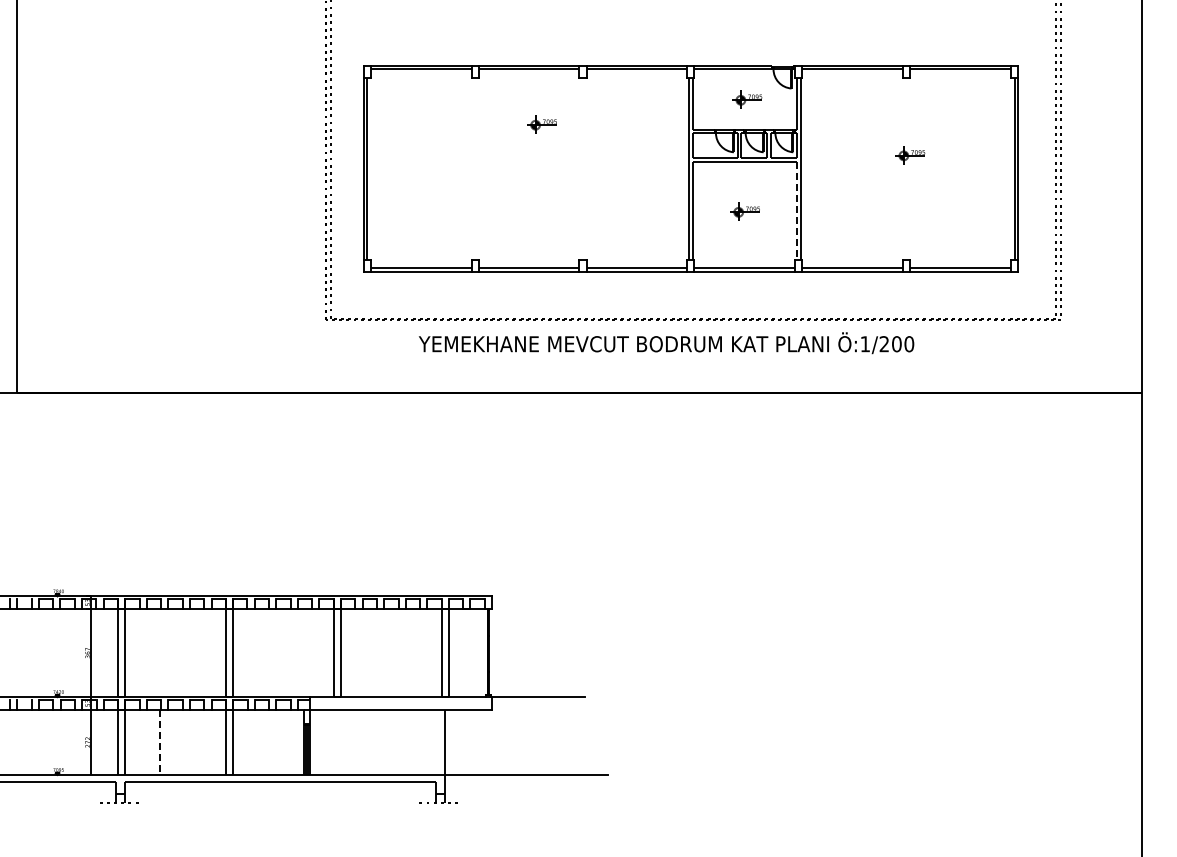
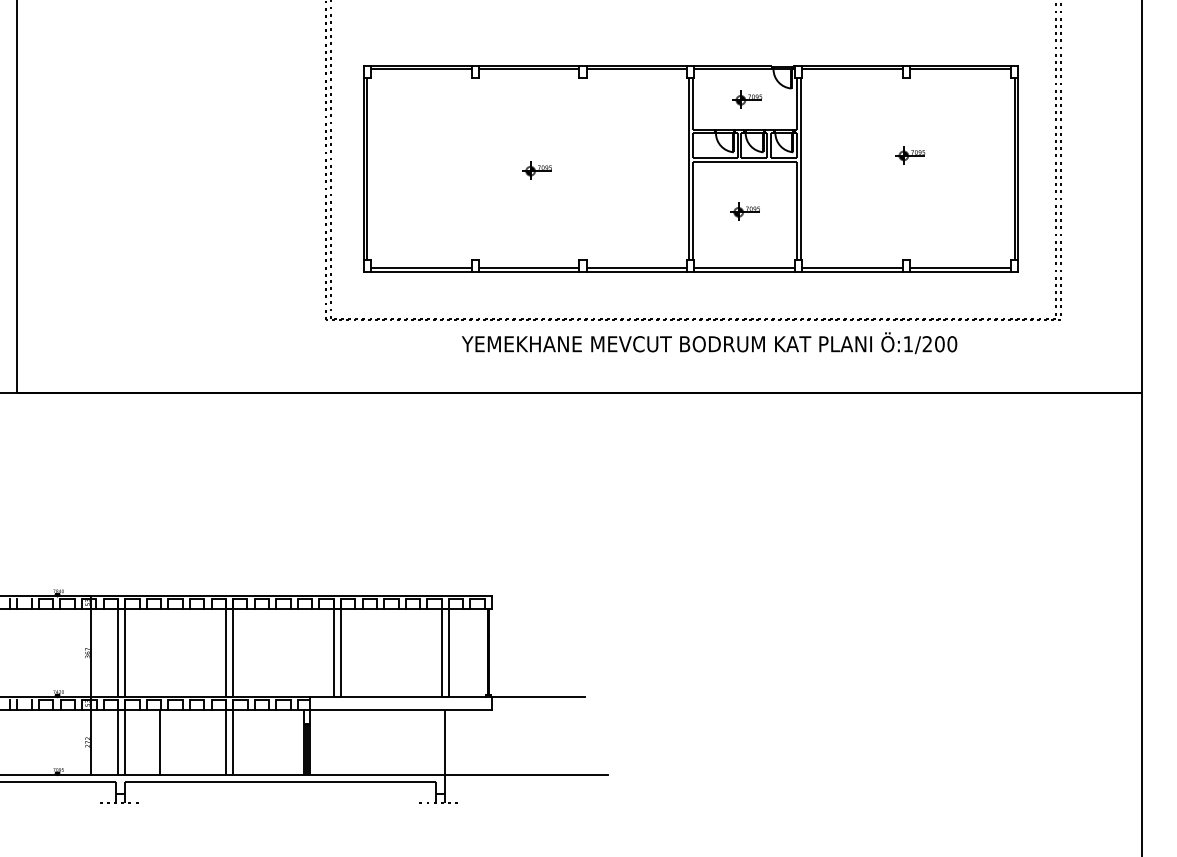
part at (541, 124) position: (541, 124) -> (536, 170)
line at (796, 211): dashed -> solid
text at (666, 343) position: (666, 343) -> (709, 343)
line at (160, 742): dashed -> solid
